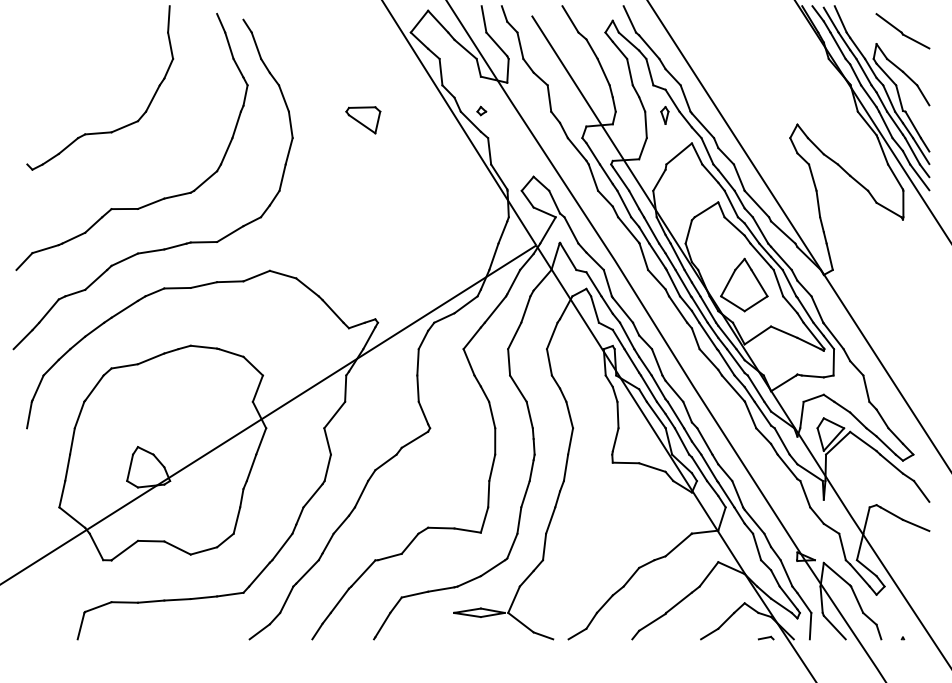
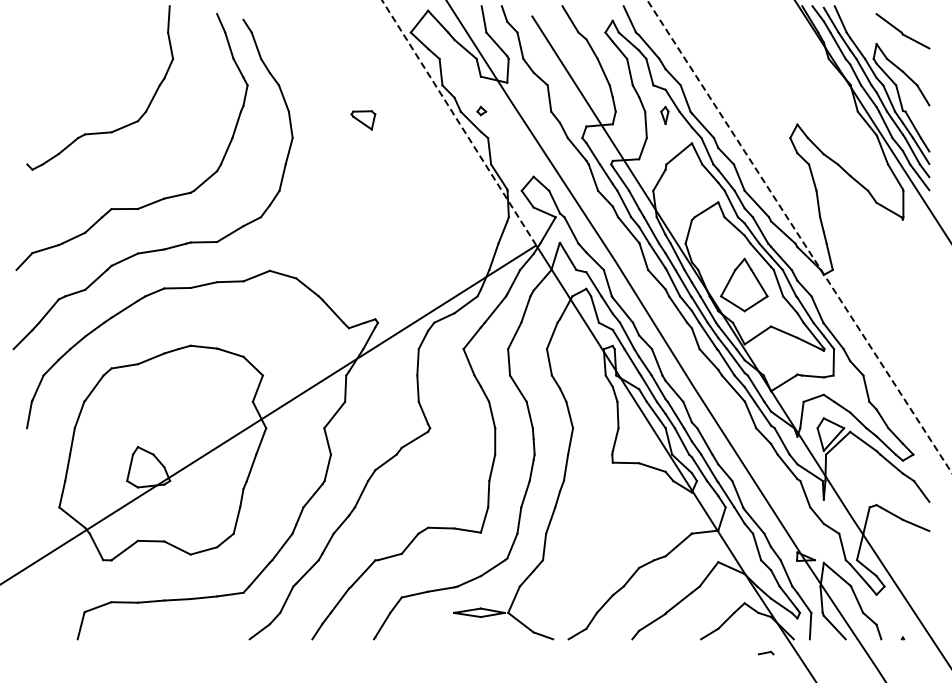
part at (363, 120) size: 37x29 px -> 27x21 px
line at (459, 122): solid -> dashed
line at (799, 237): solid -> dashed
part at (765, 637) position: (765, 637) -> (765, 652)
